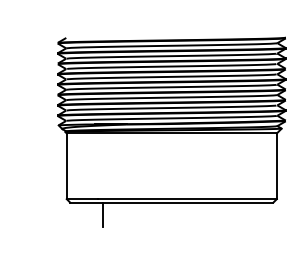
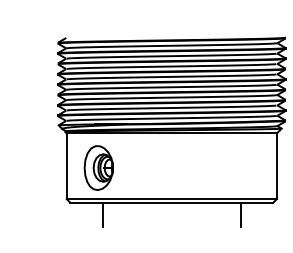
part at (98, 167): none -> present
line at (240, 214): none -> present
